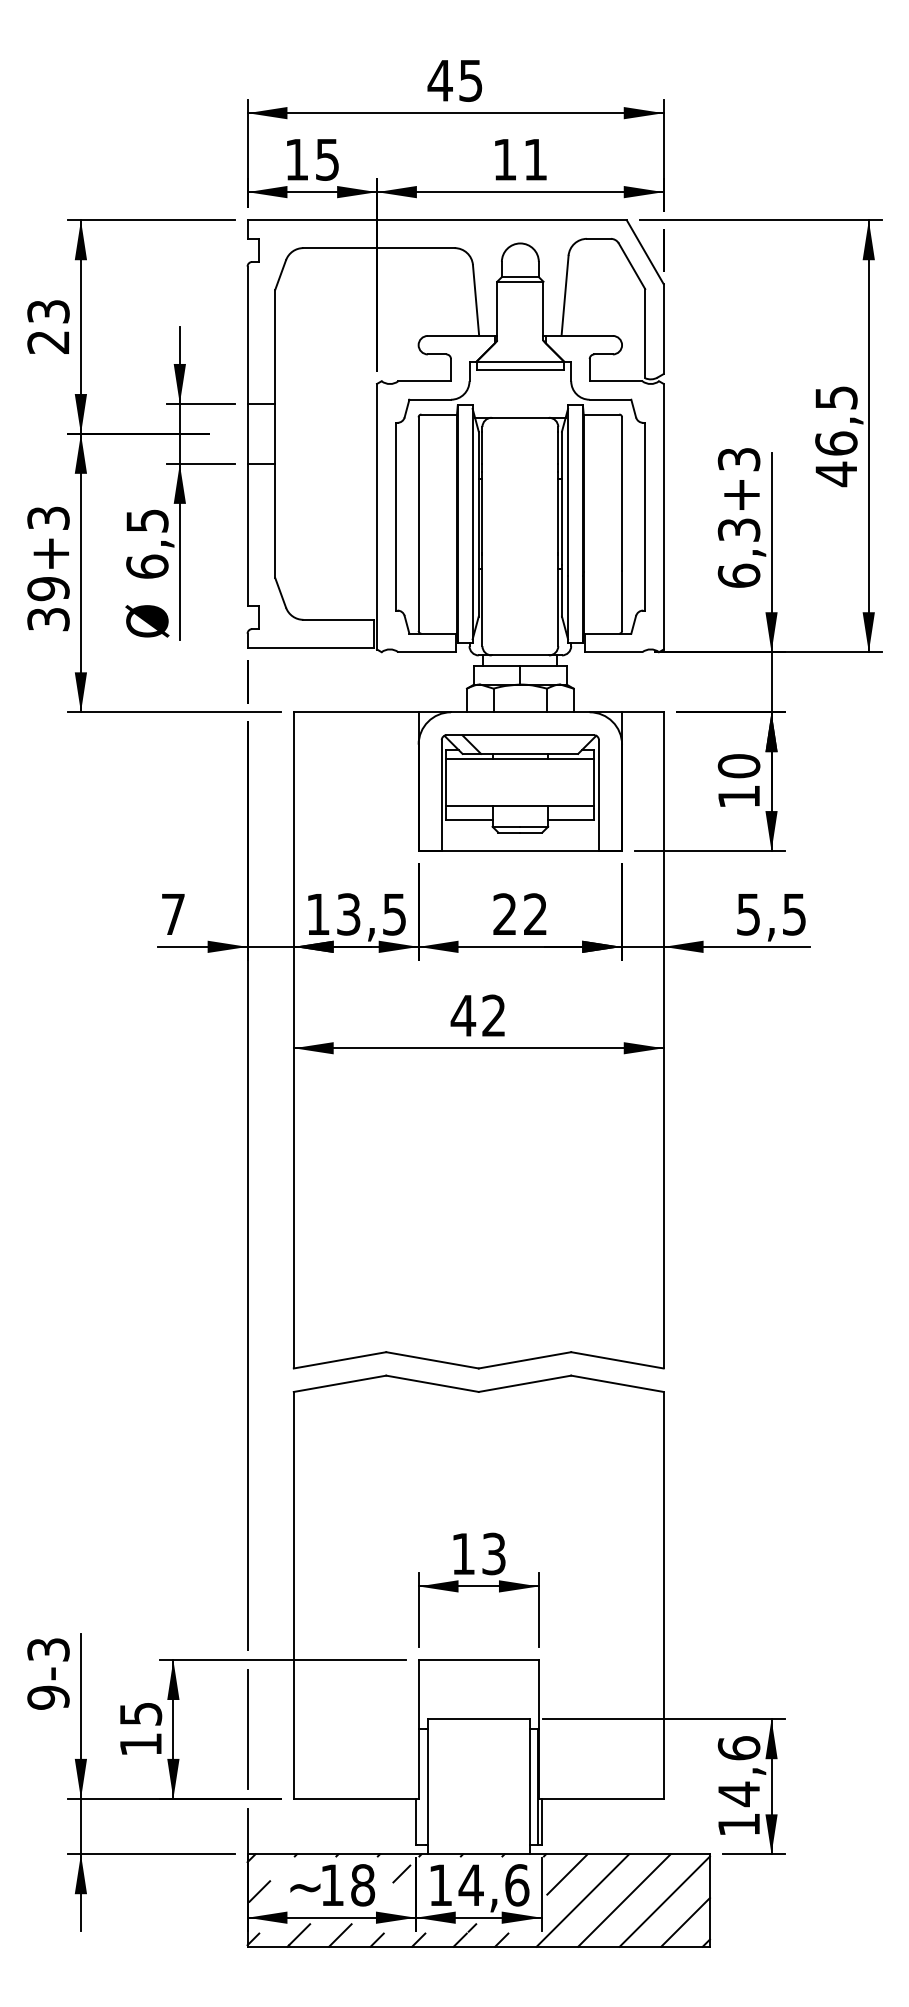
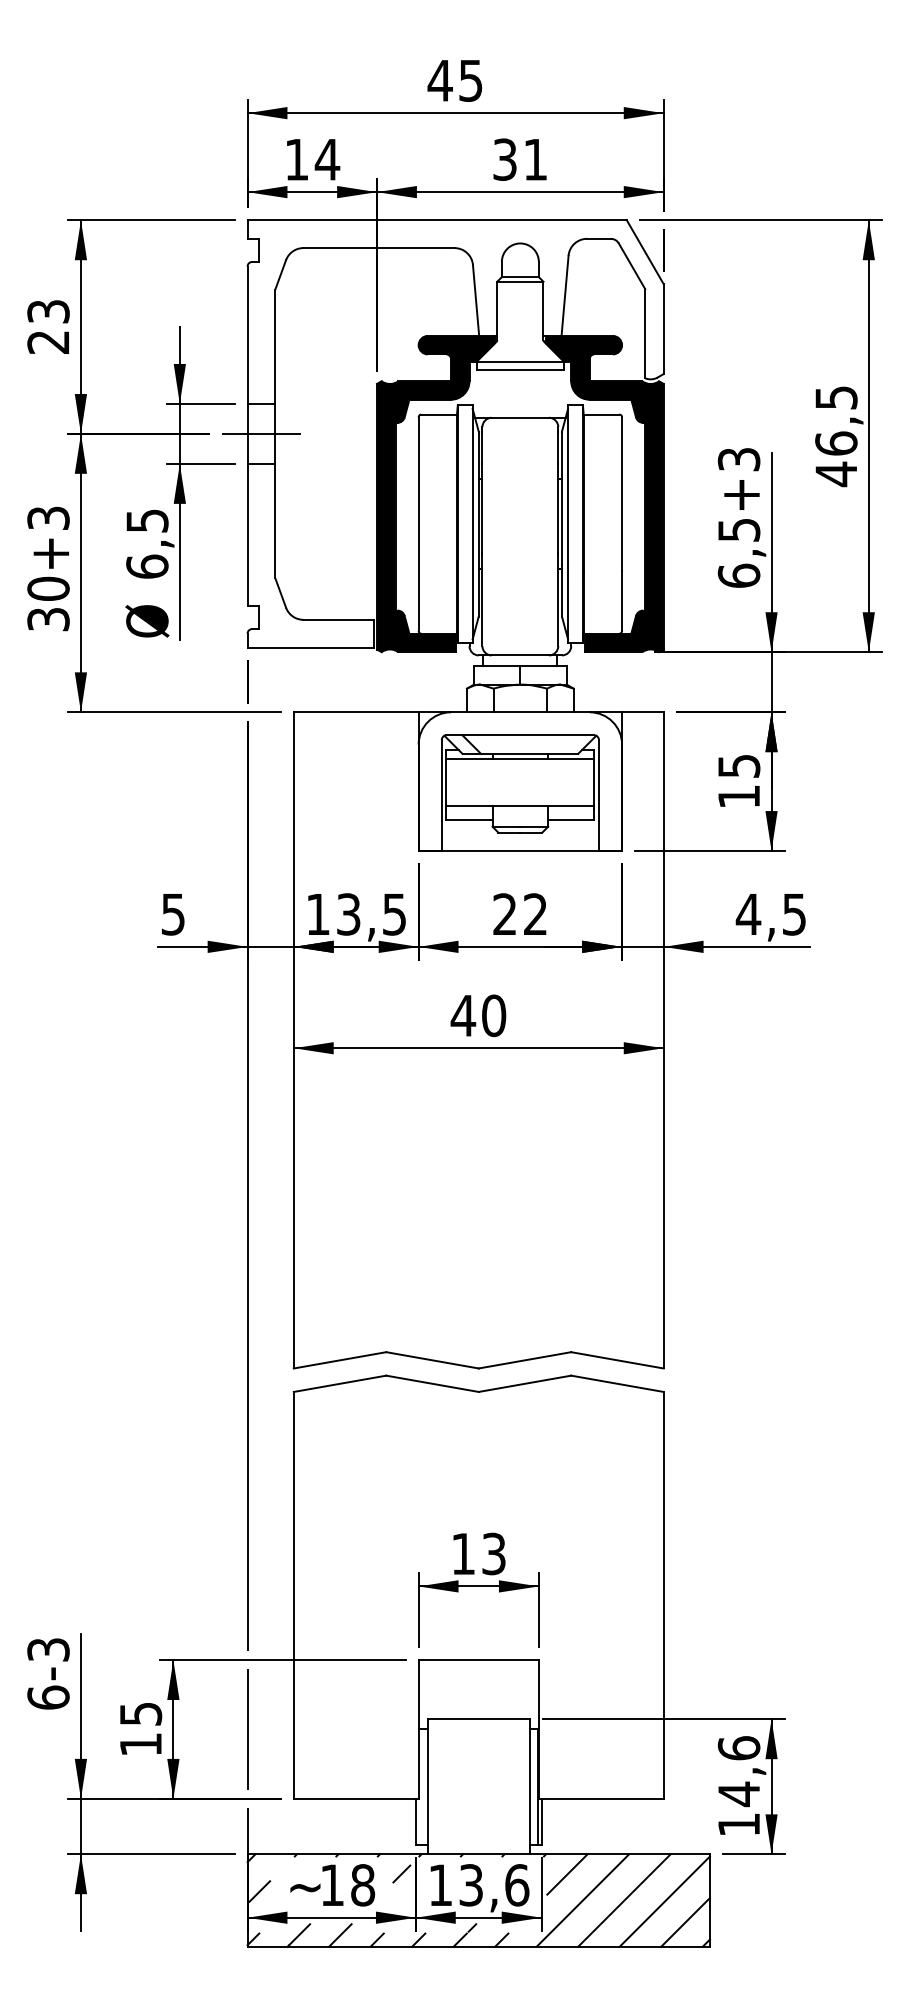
text at (327, 159): 15 -> 14
text at (504, 159): 11 -> 31
line at (261, 433): none -> present
fill at (435, 493): none -> present
fill at (604, 493): none -> present
text at (738, 529): 6,3 -> 6,5
text at (48, 588): 39 -> 30
text at (738, 766): 10 -> 15
text at (172, 914): 7 -> 5
text at (748, 914): 5,5 -> 4,5
text at (494, 1015): 42 -> 40
text at (48, 1697): 9 -> 6
text at (470, 1885): 14,6 -> 13,6
